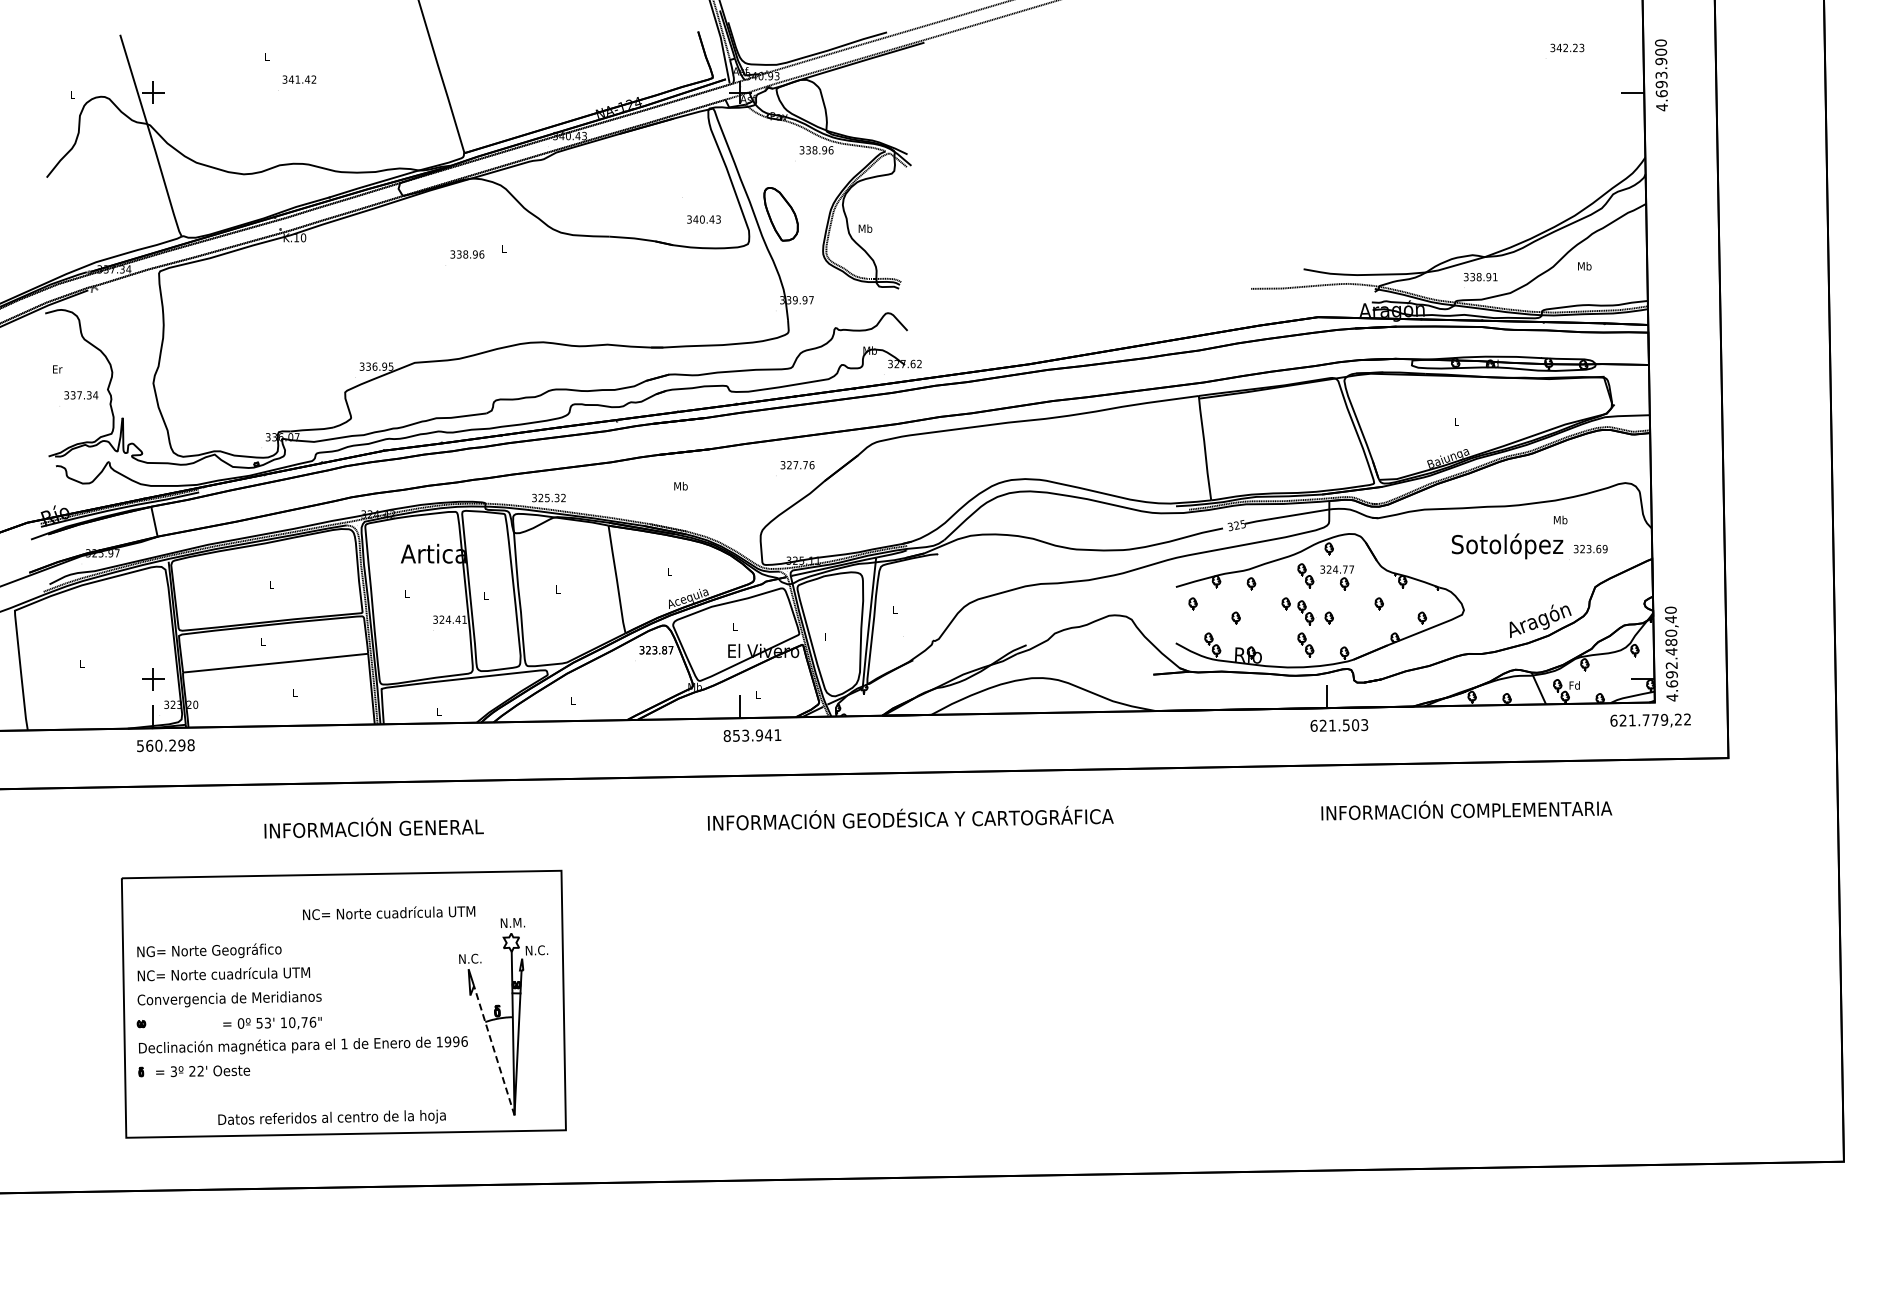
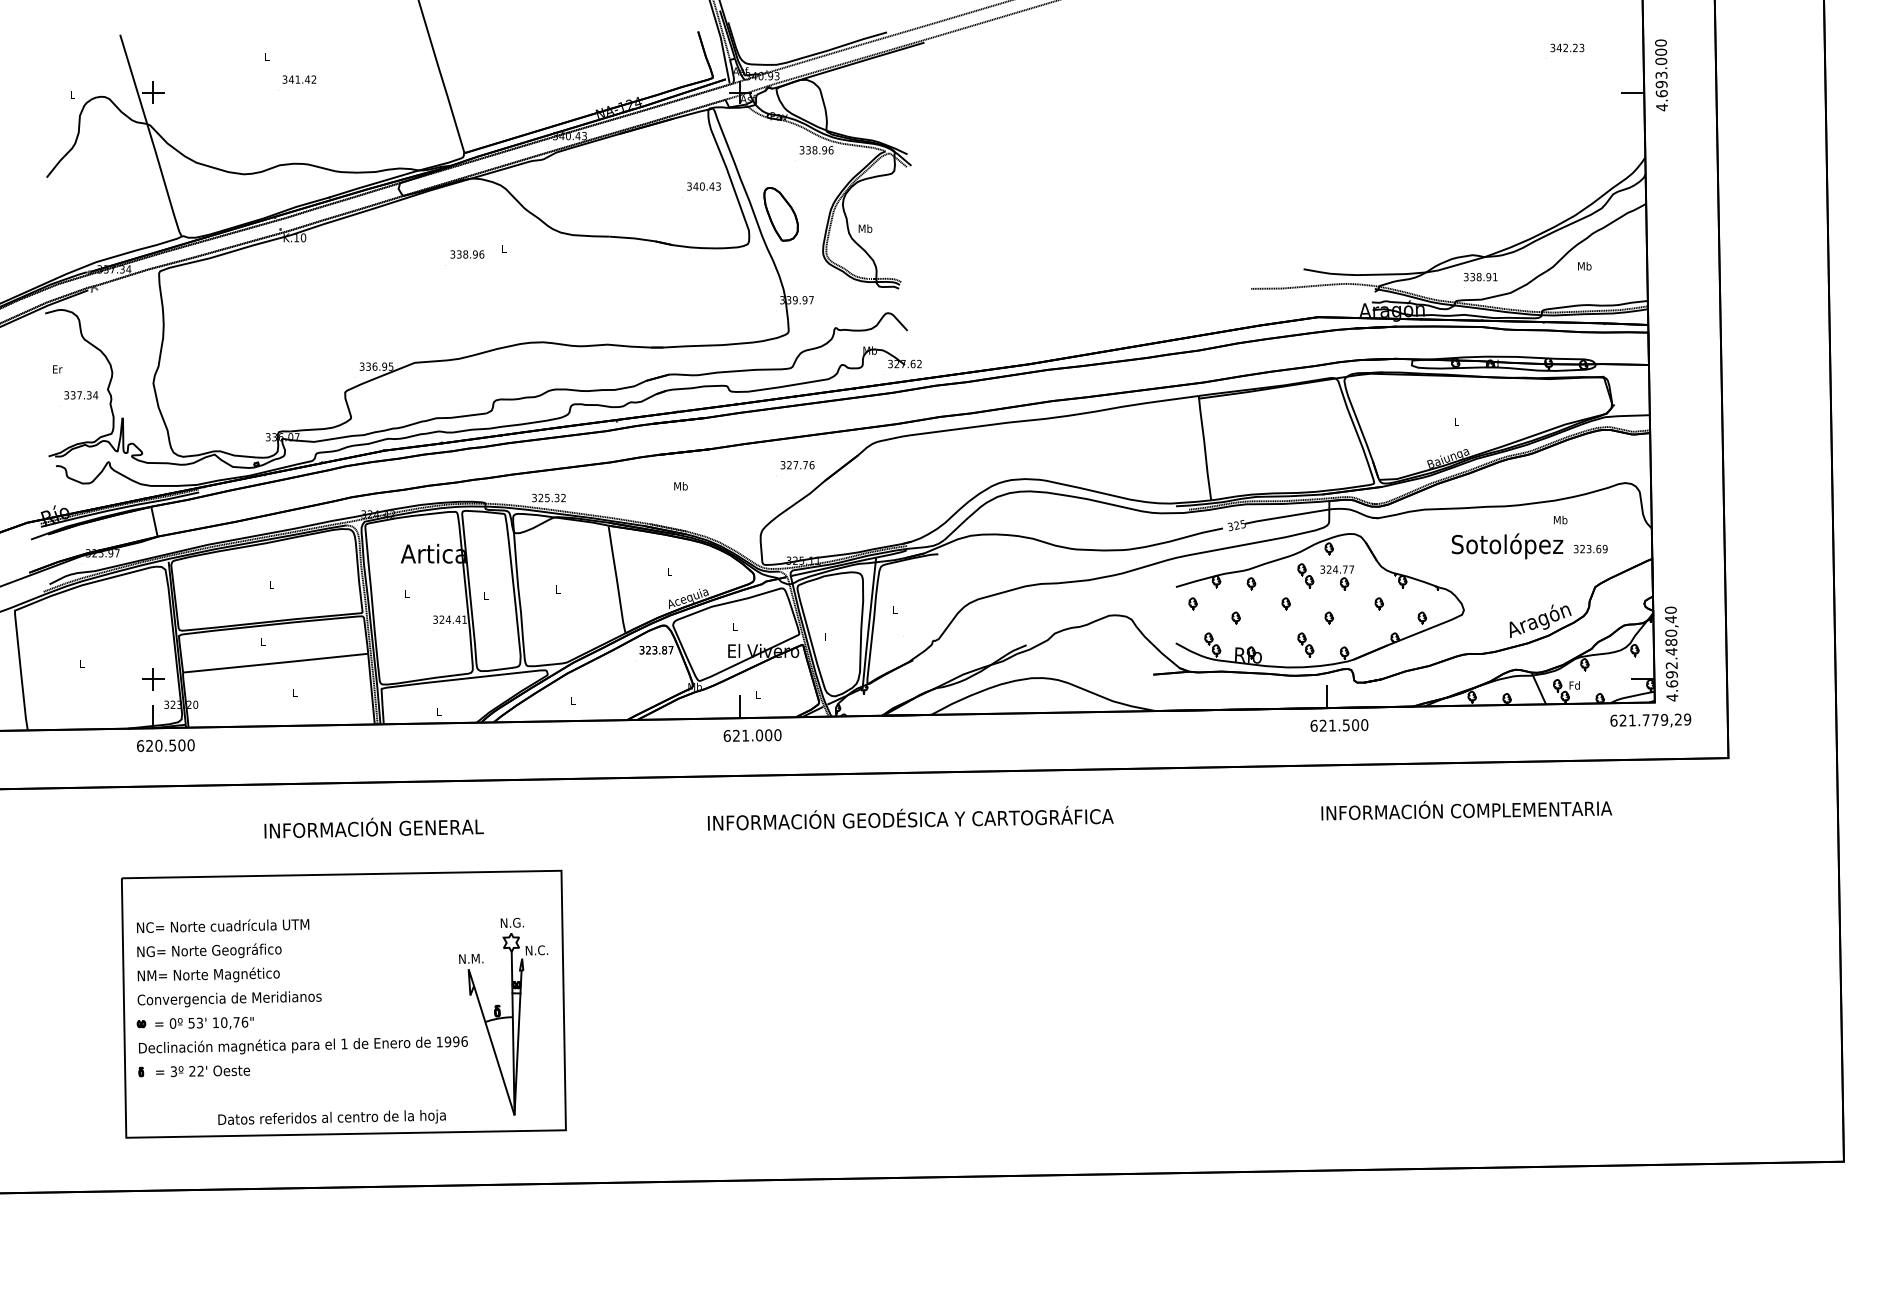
text at (1661, 61): 4.693.900 -> 4.693.000
text at (703, 219) position: (703, 219) -> (703, 186)
part at (1306, 612): present -> none
text at (1687, 719): 621.779,22 -> 621.779,29
text at (1364, 725): 621.503 -> 621.500
text at (752, 735): 853.941 -> 621.000
text at (165, 745): 560.298 -> 620.500
text at (389, 913) position: (389, 913) -> (223, 926)
text at (519, 922): N.M. -> N.G.
text at (477, 958): N.C. -> N.M.
text at (228, 974): NC= Norte cuadrícula UTM -> NM= Norte Magnético
text at (272, 1022) position: (272, 1022) -> (204, 1022)
line at (494, 1050): dashed -> solid
